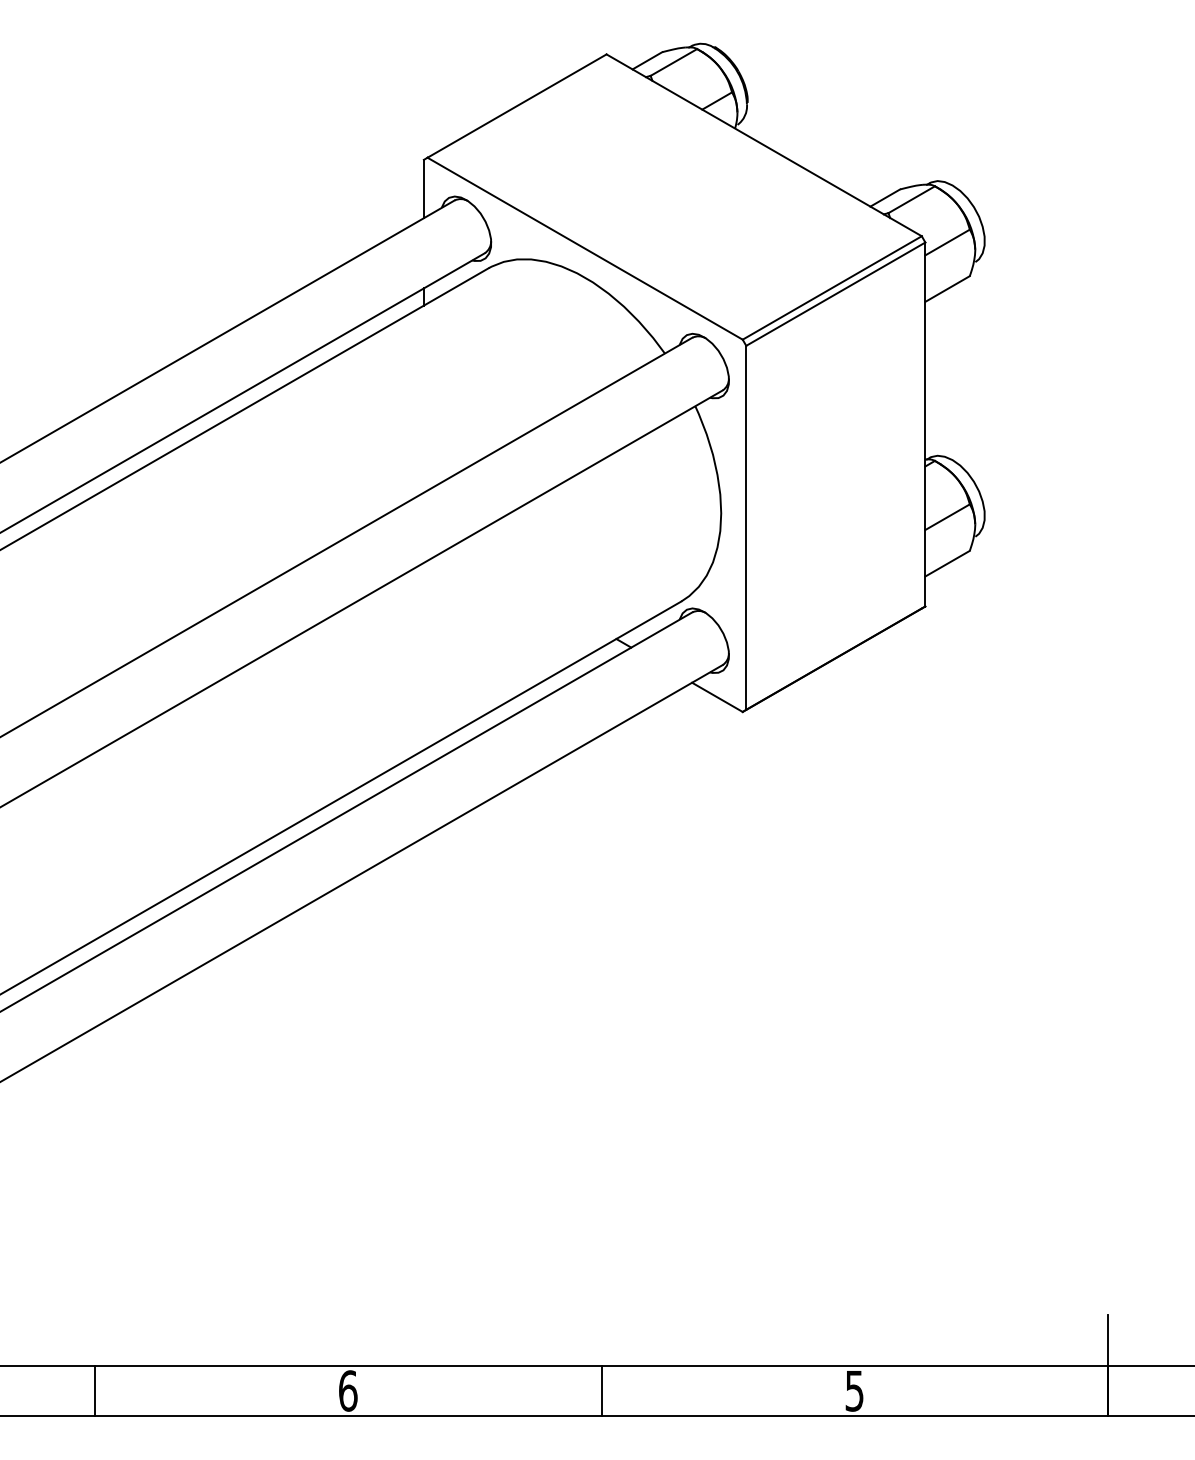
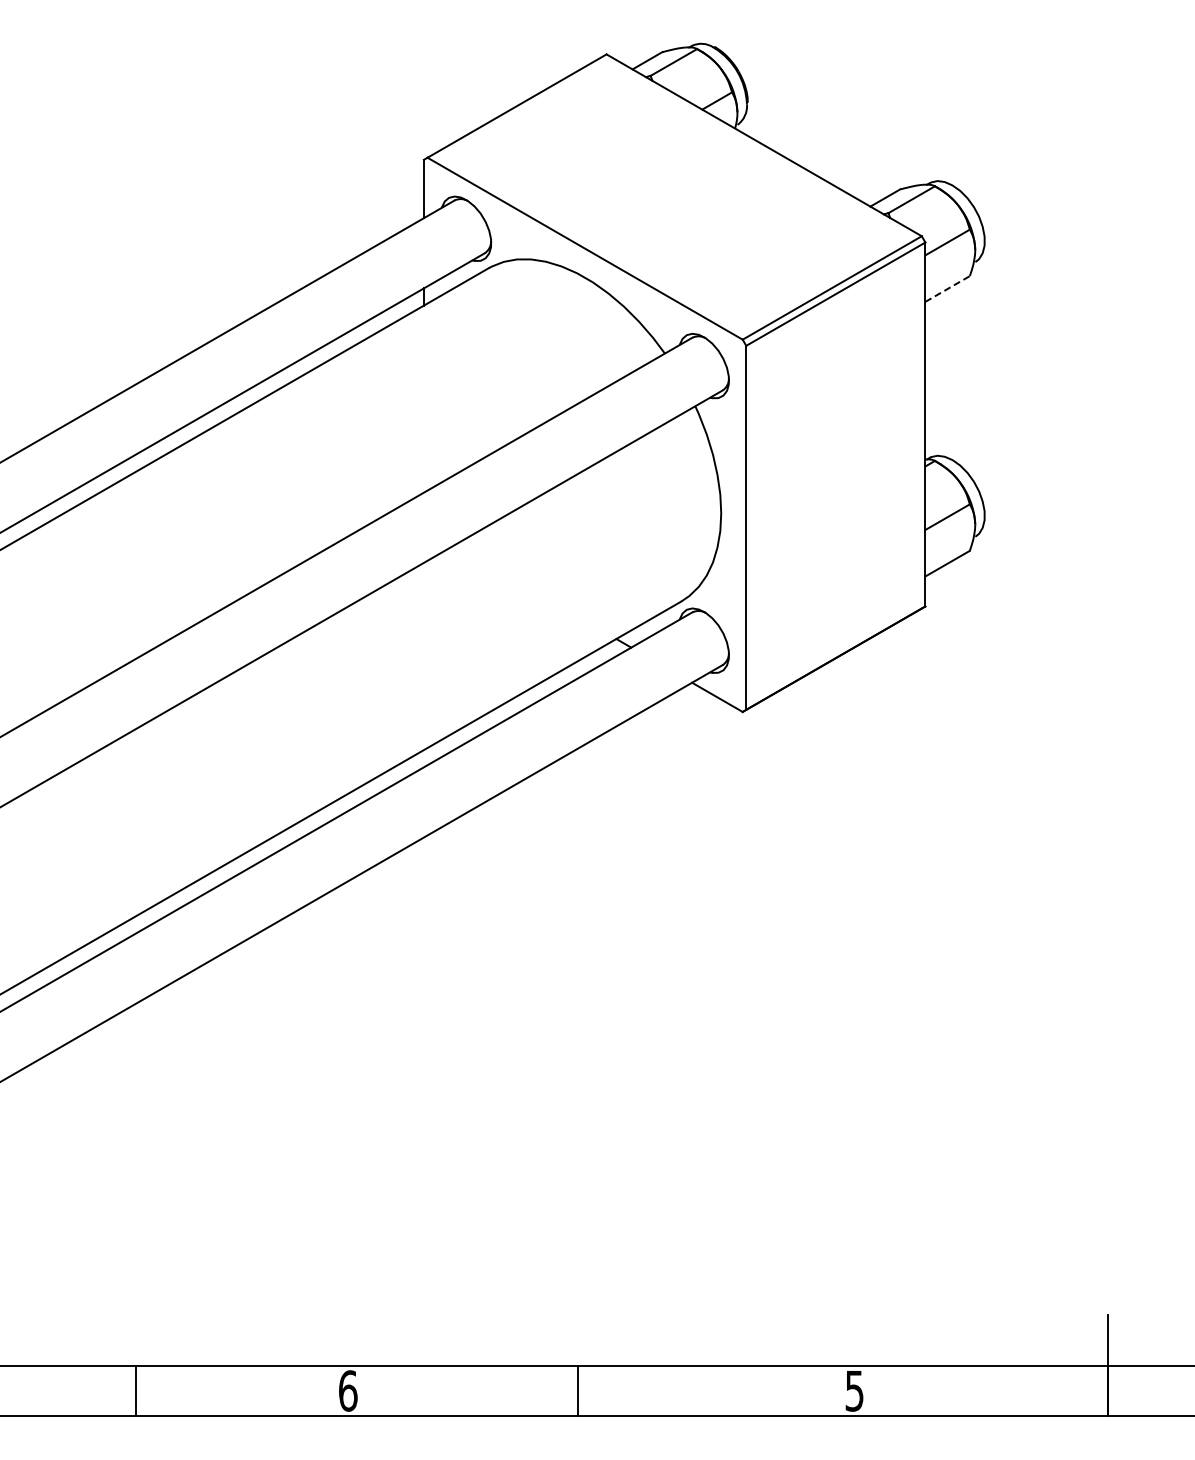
line at (947, 289): solid -> dashed
line at (95, 1390) position: (95, 1390) -> (136, 1390)
line at (601, 1390) position: (601, 1390) -> (577, 1390)
